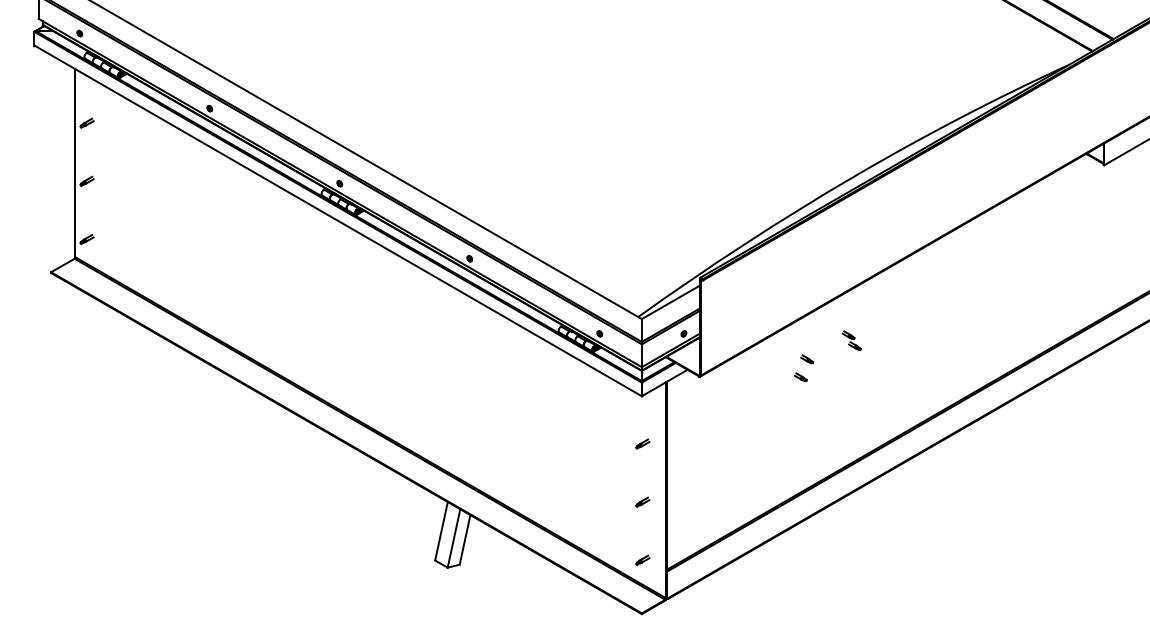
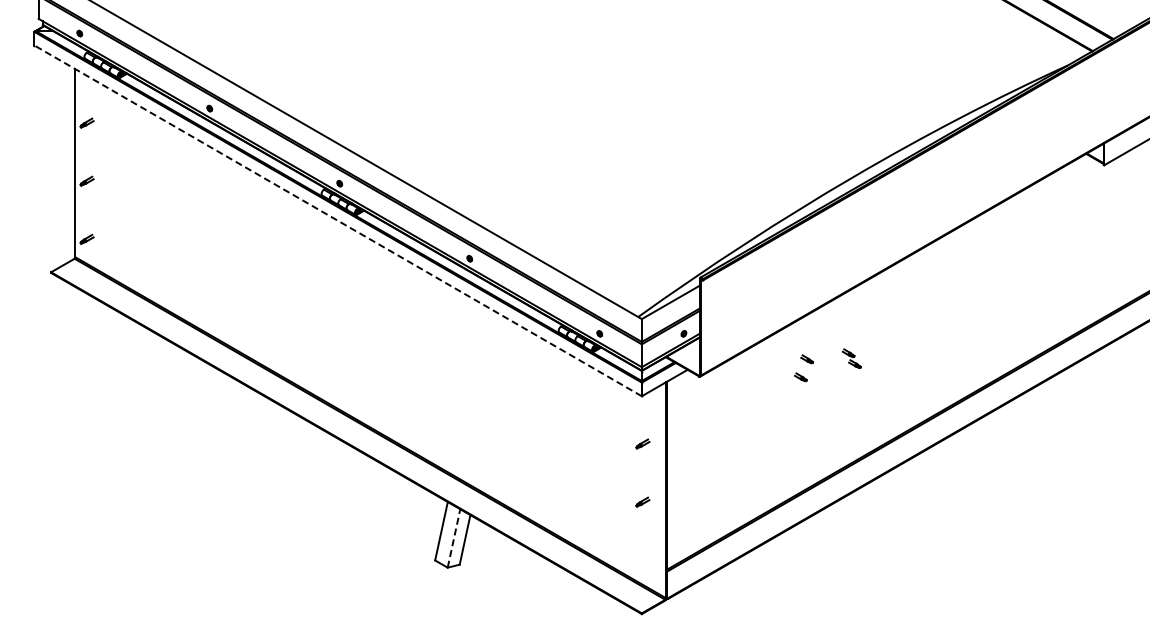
line at (338, 220): solid -> dashed
part at (851, 340) position: (851, 340) -> (851, 358)
line at (454, 538): solid -> dashed
part at (642, 559): present -> none
